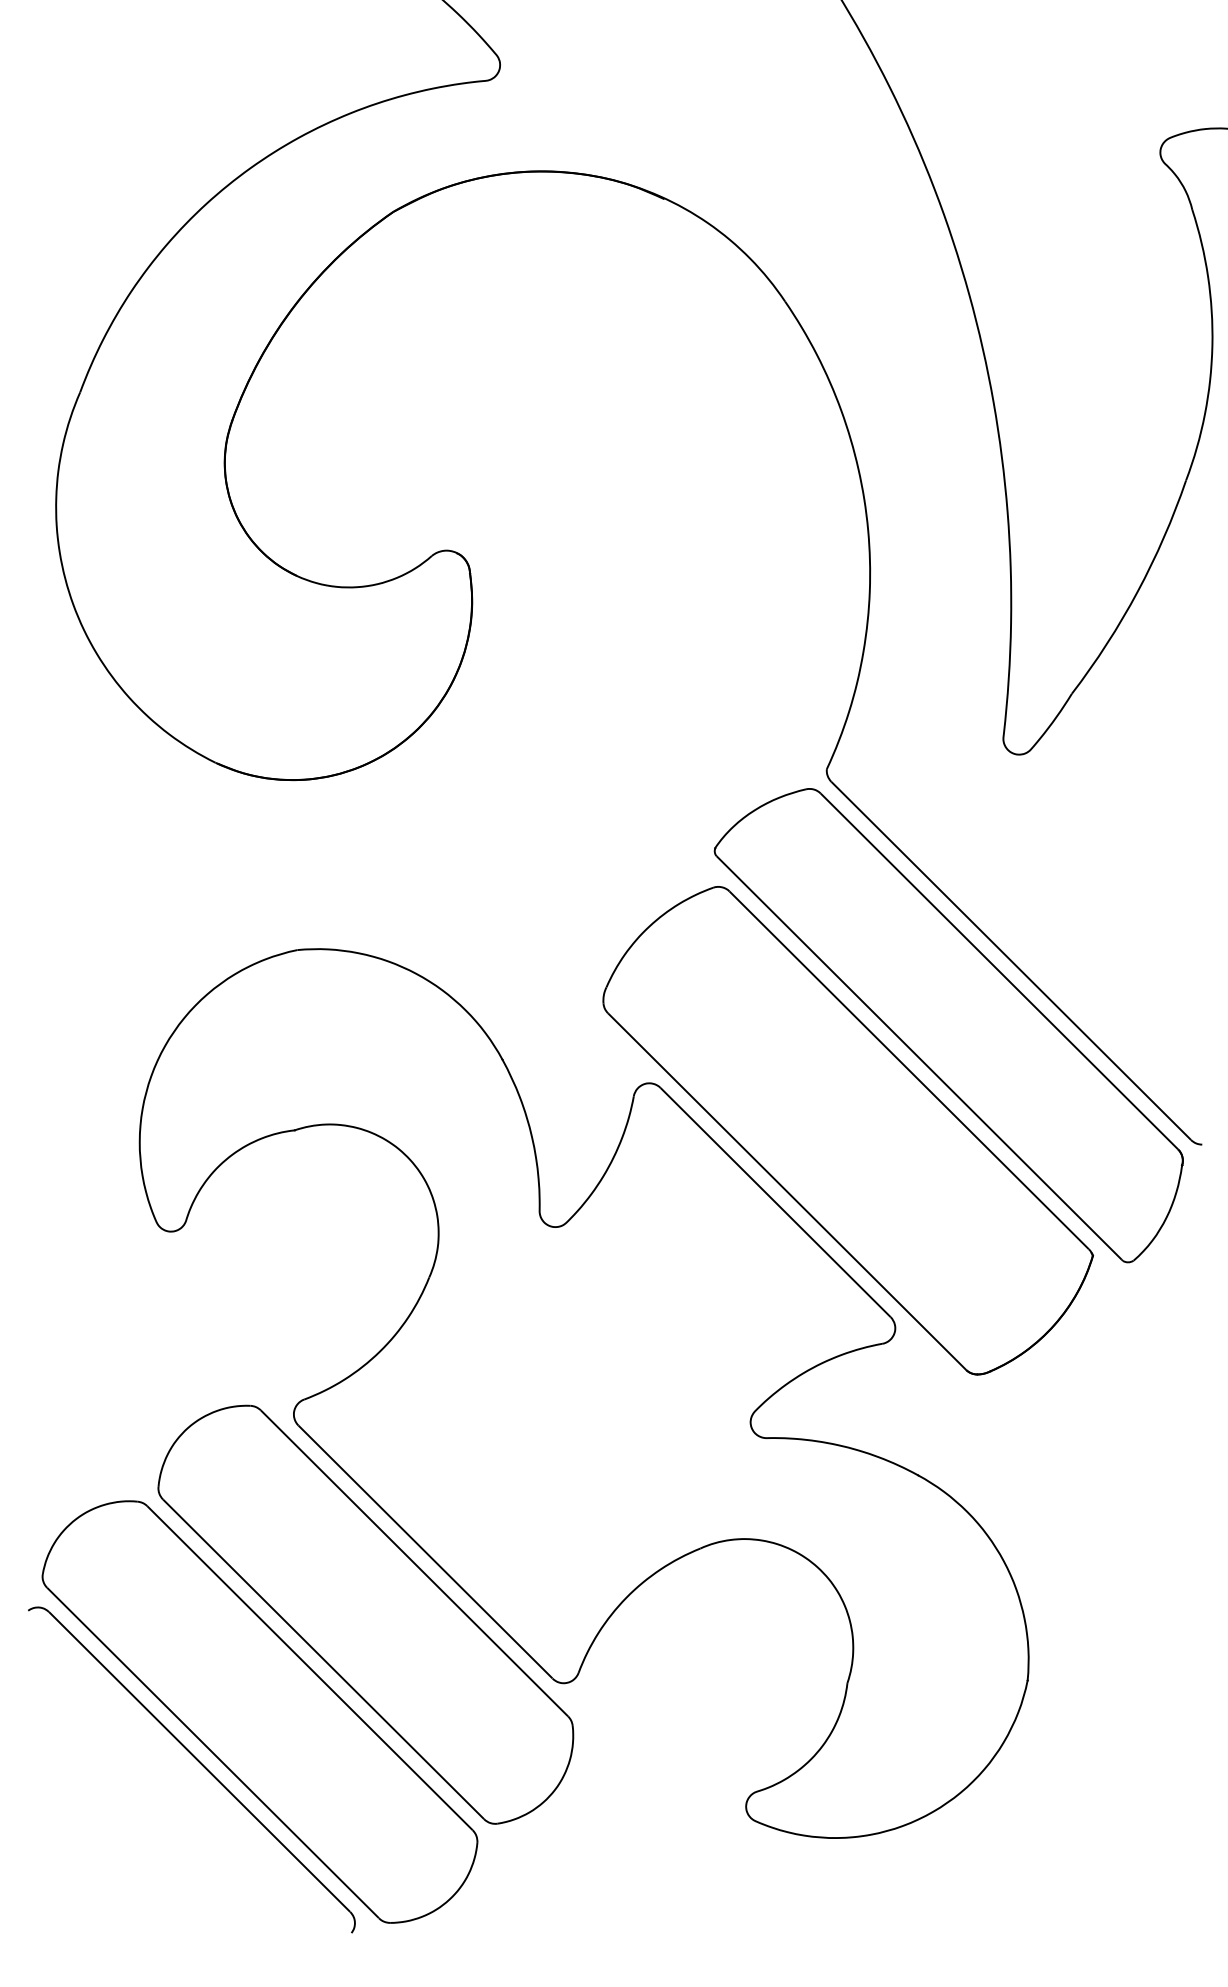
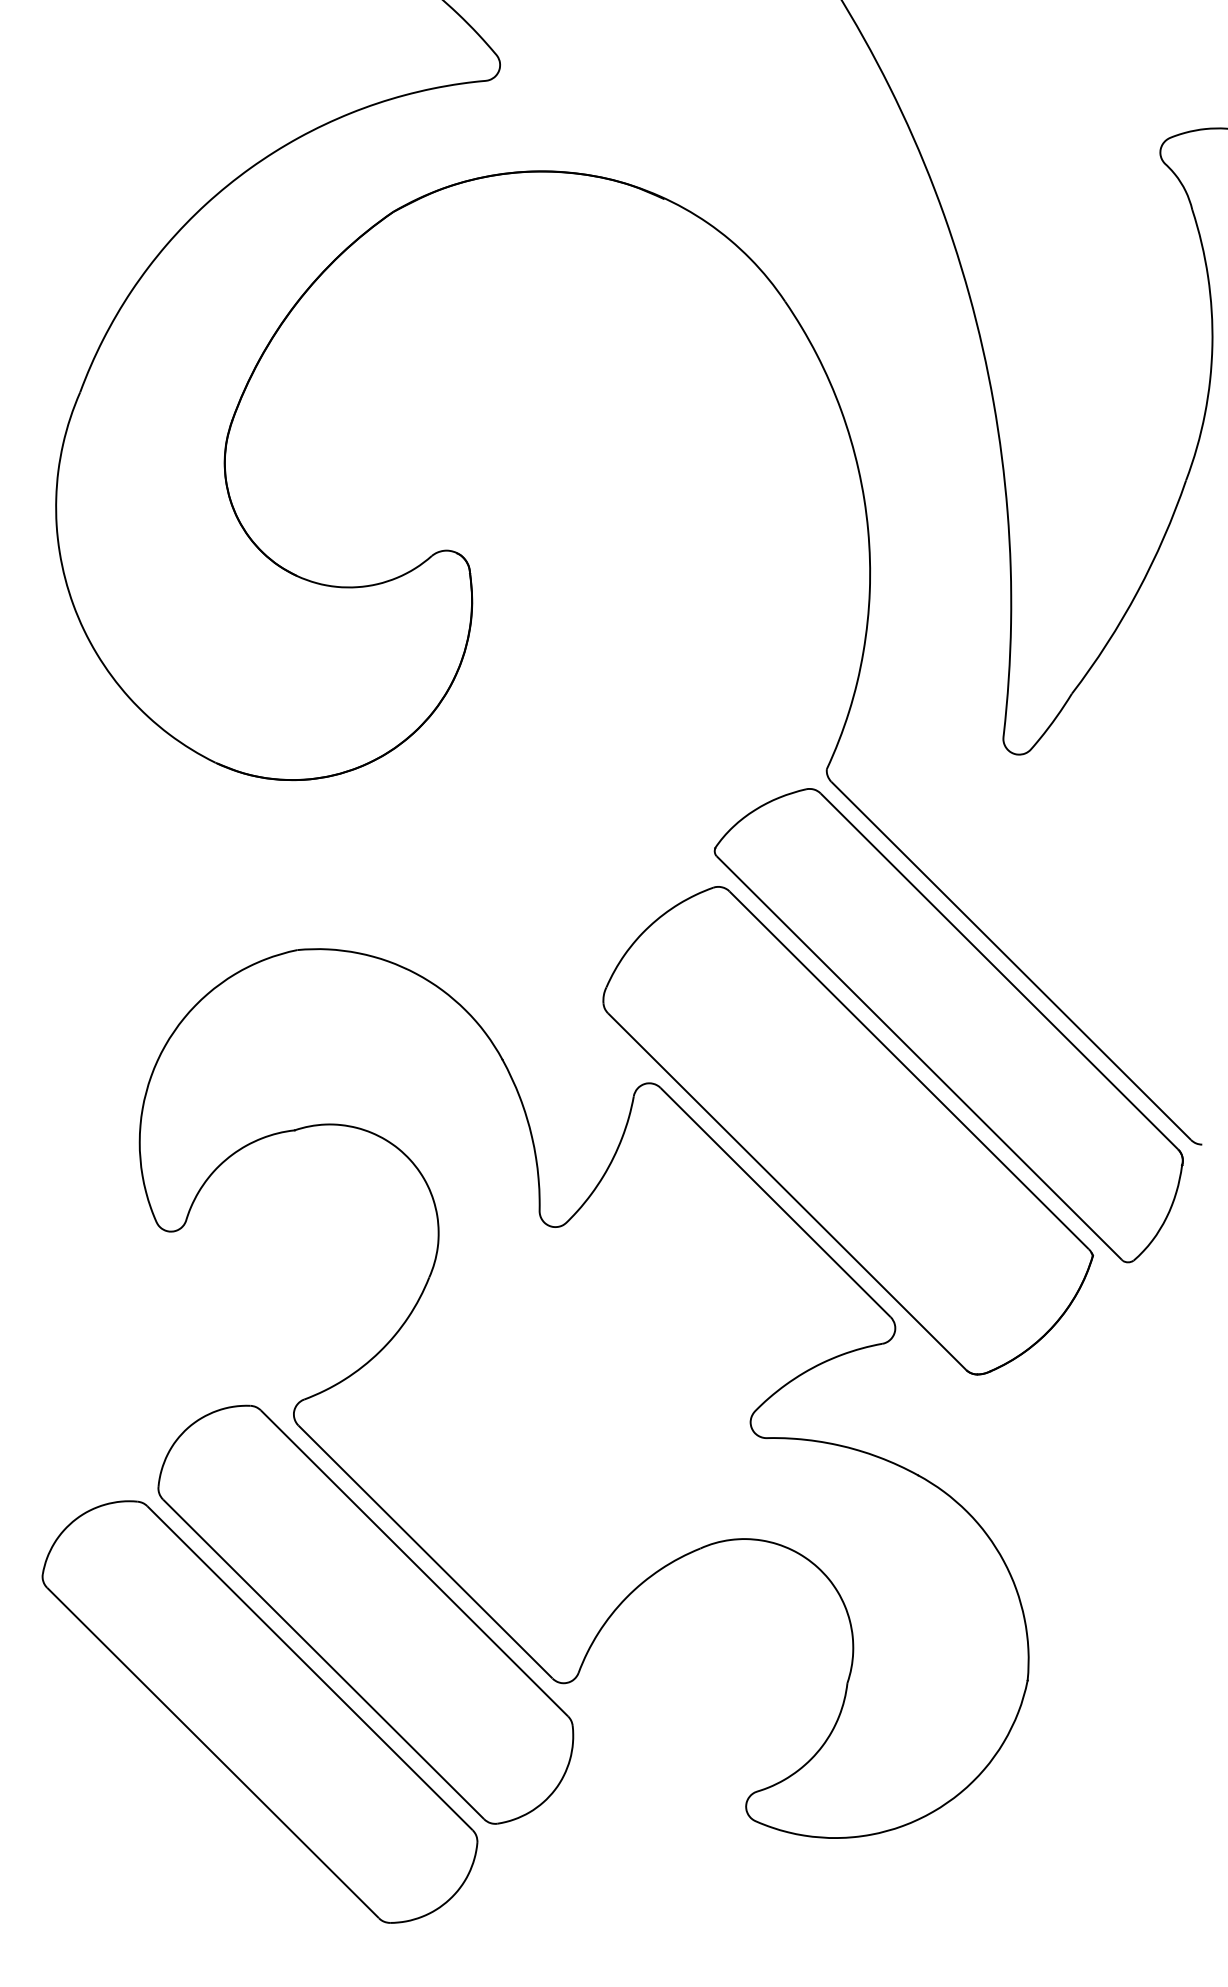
part at (198, 1762): present -> none
